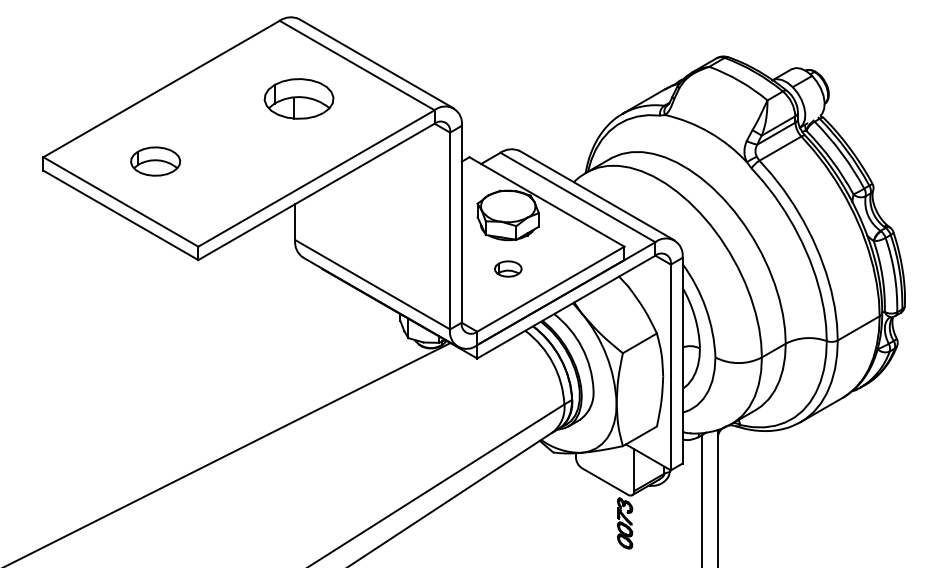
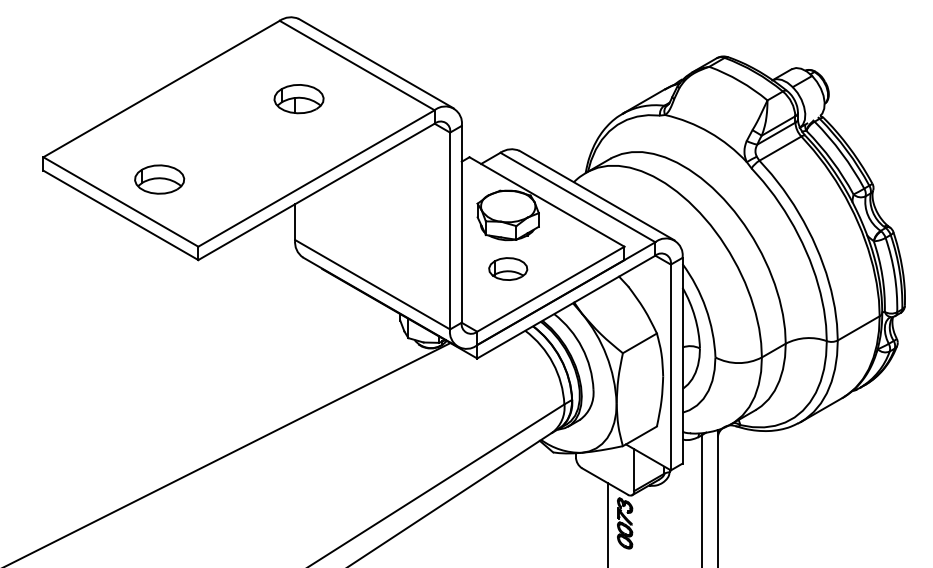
part at (298, 98) size: 72x42 px -> 52x31 px
part at (155, 161) position: (155, 161) -> (159, 179)
part at (508, 268) size: 29x18 px -> 41x24 px
line at (608, 523): none -> present
